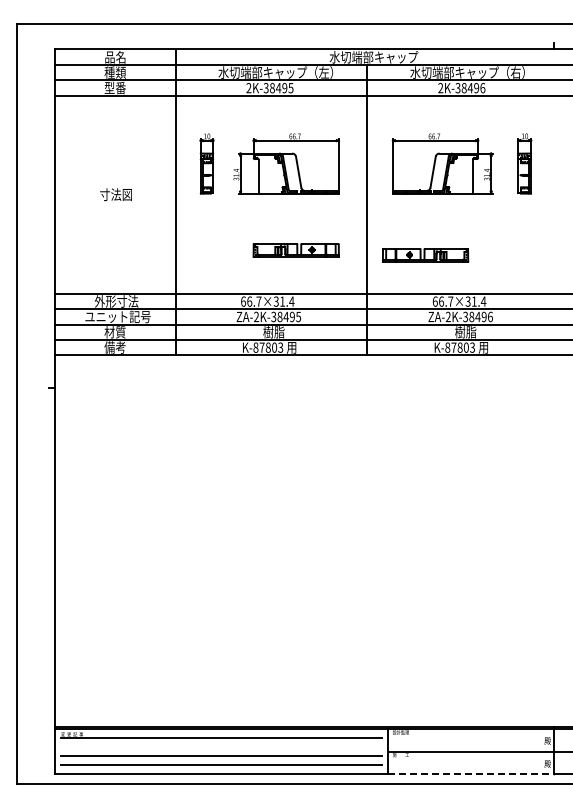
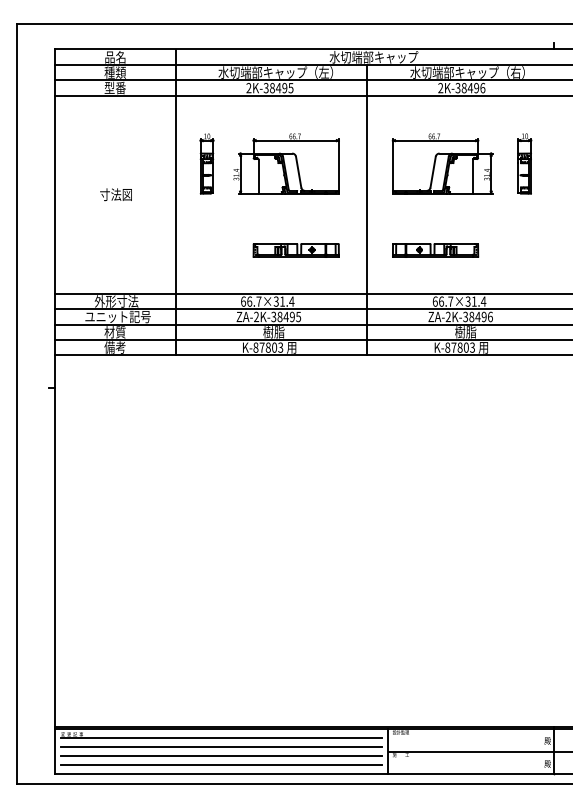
part at (425, 255) position: (425, 255) -> (435, 250)
line at (220, 747): none -> present
line at (471, 774): dashed -> solid
